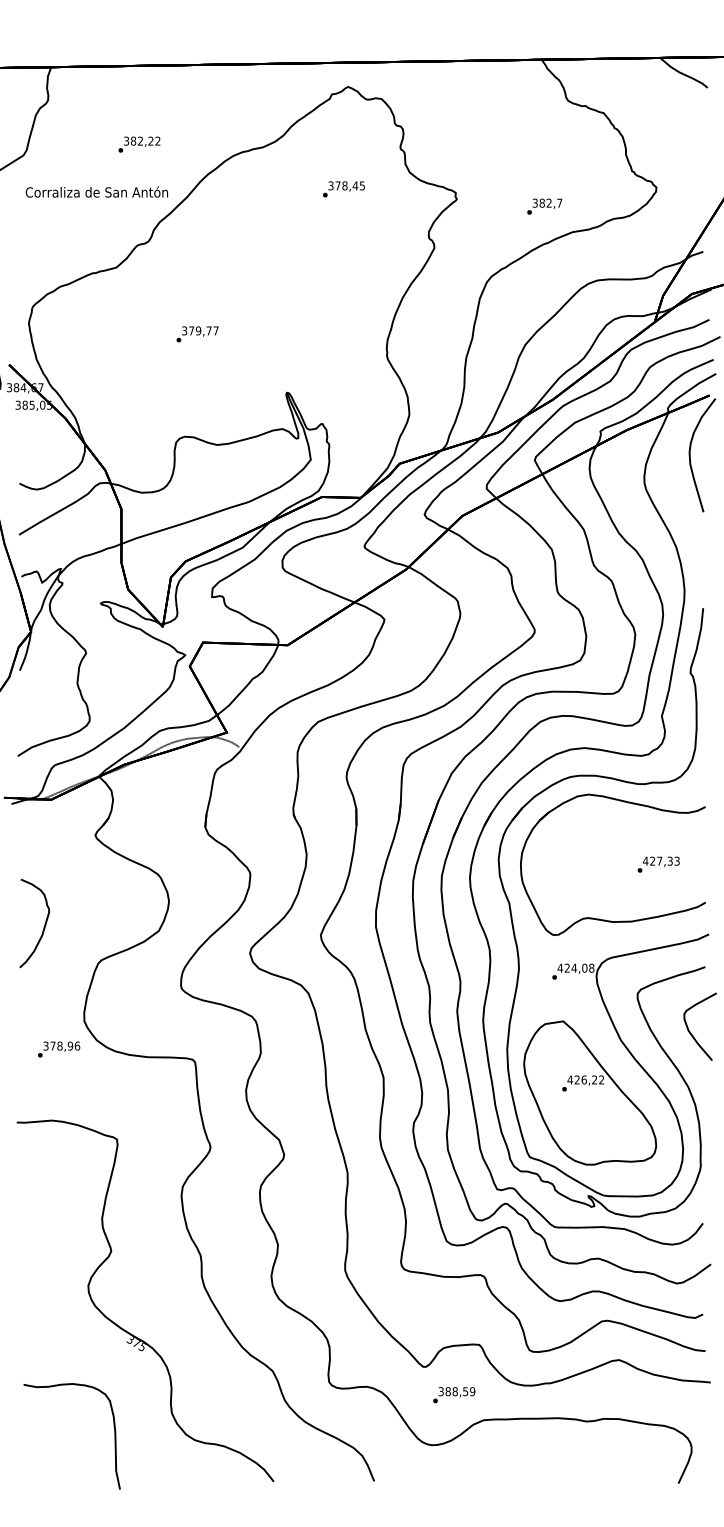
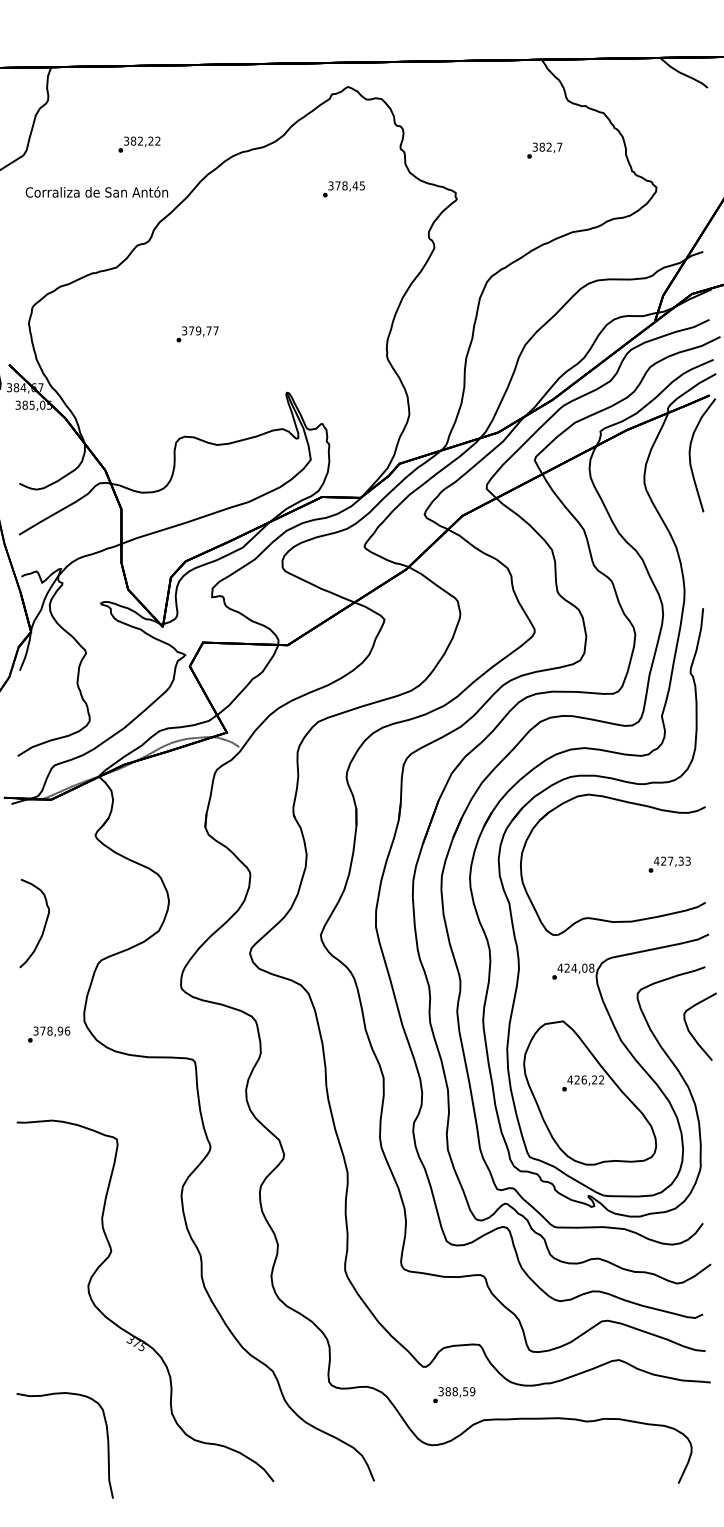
text at (544, 206) position: (544, 206) -> (544, 150)
text at (658, 864) position: (658, 864) -> (669, 864)
text at (59, 1049) position: (59, 1049) -> (49, 1034)
part at (113, 1427) position: (113, 1427) -> (106, 1436)
